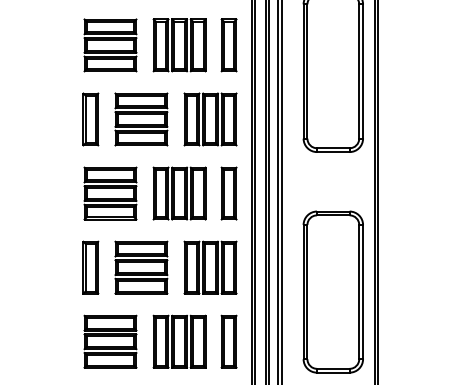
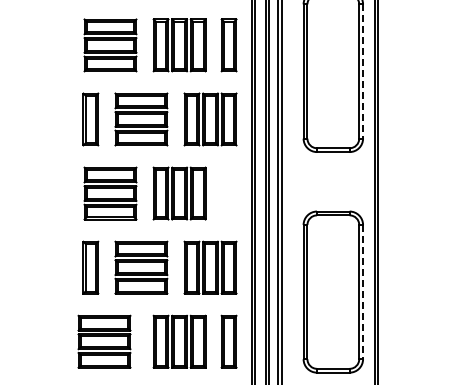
line at (363, 72): solid -> dashed
part at (228, 193): present -> none
line at (363, 292): solid -> dashed
part at (110, 341) position: (110, 341) -> (104, 341)
